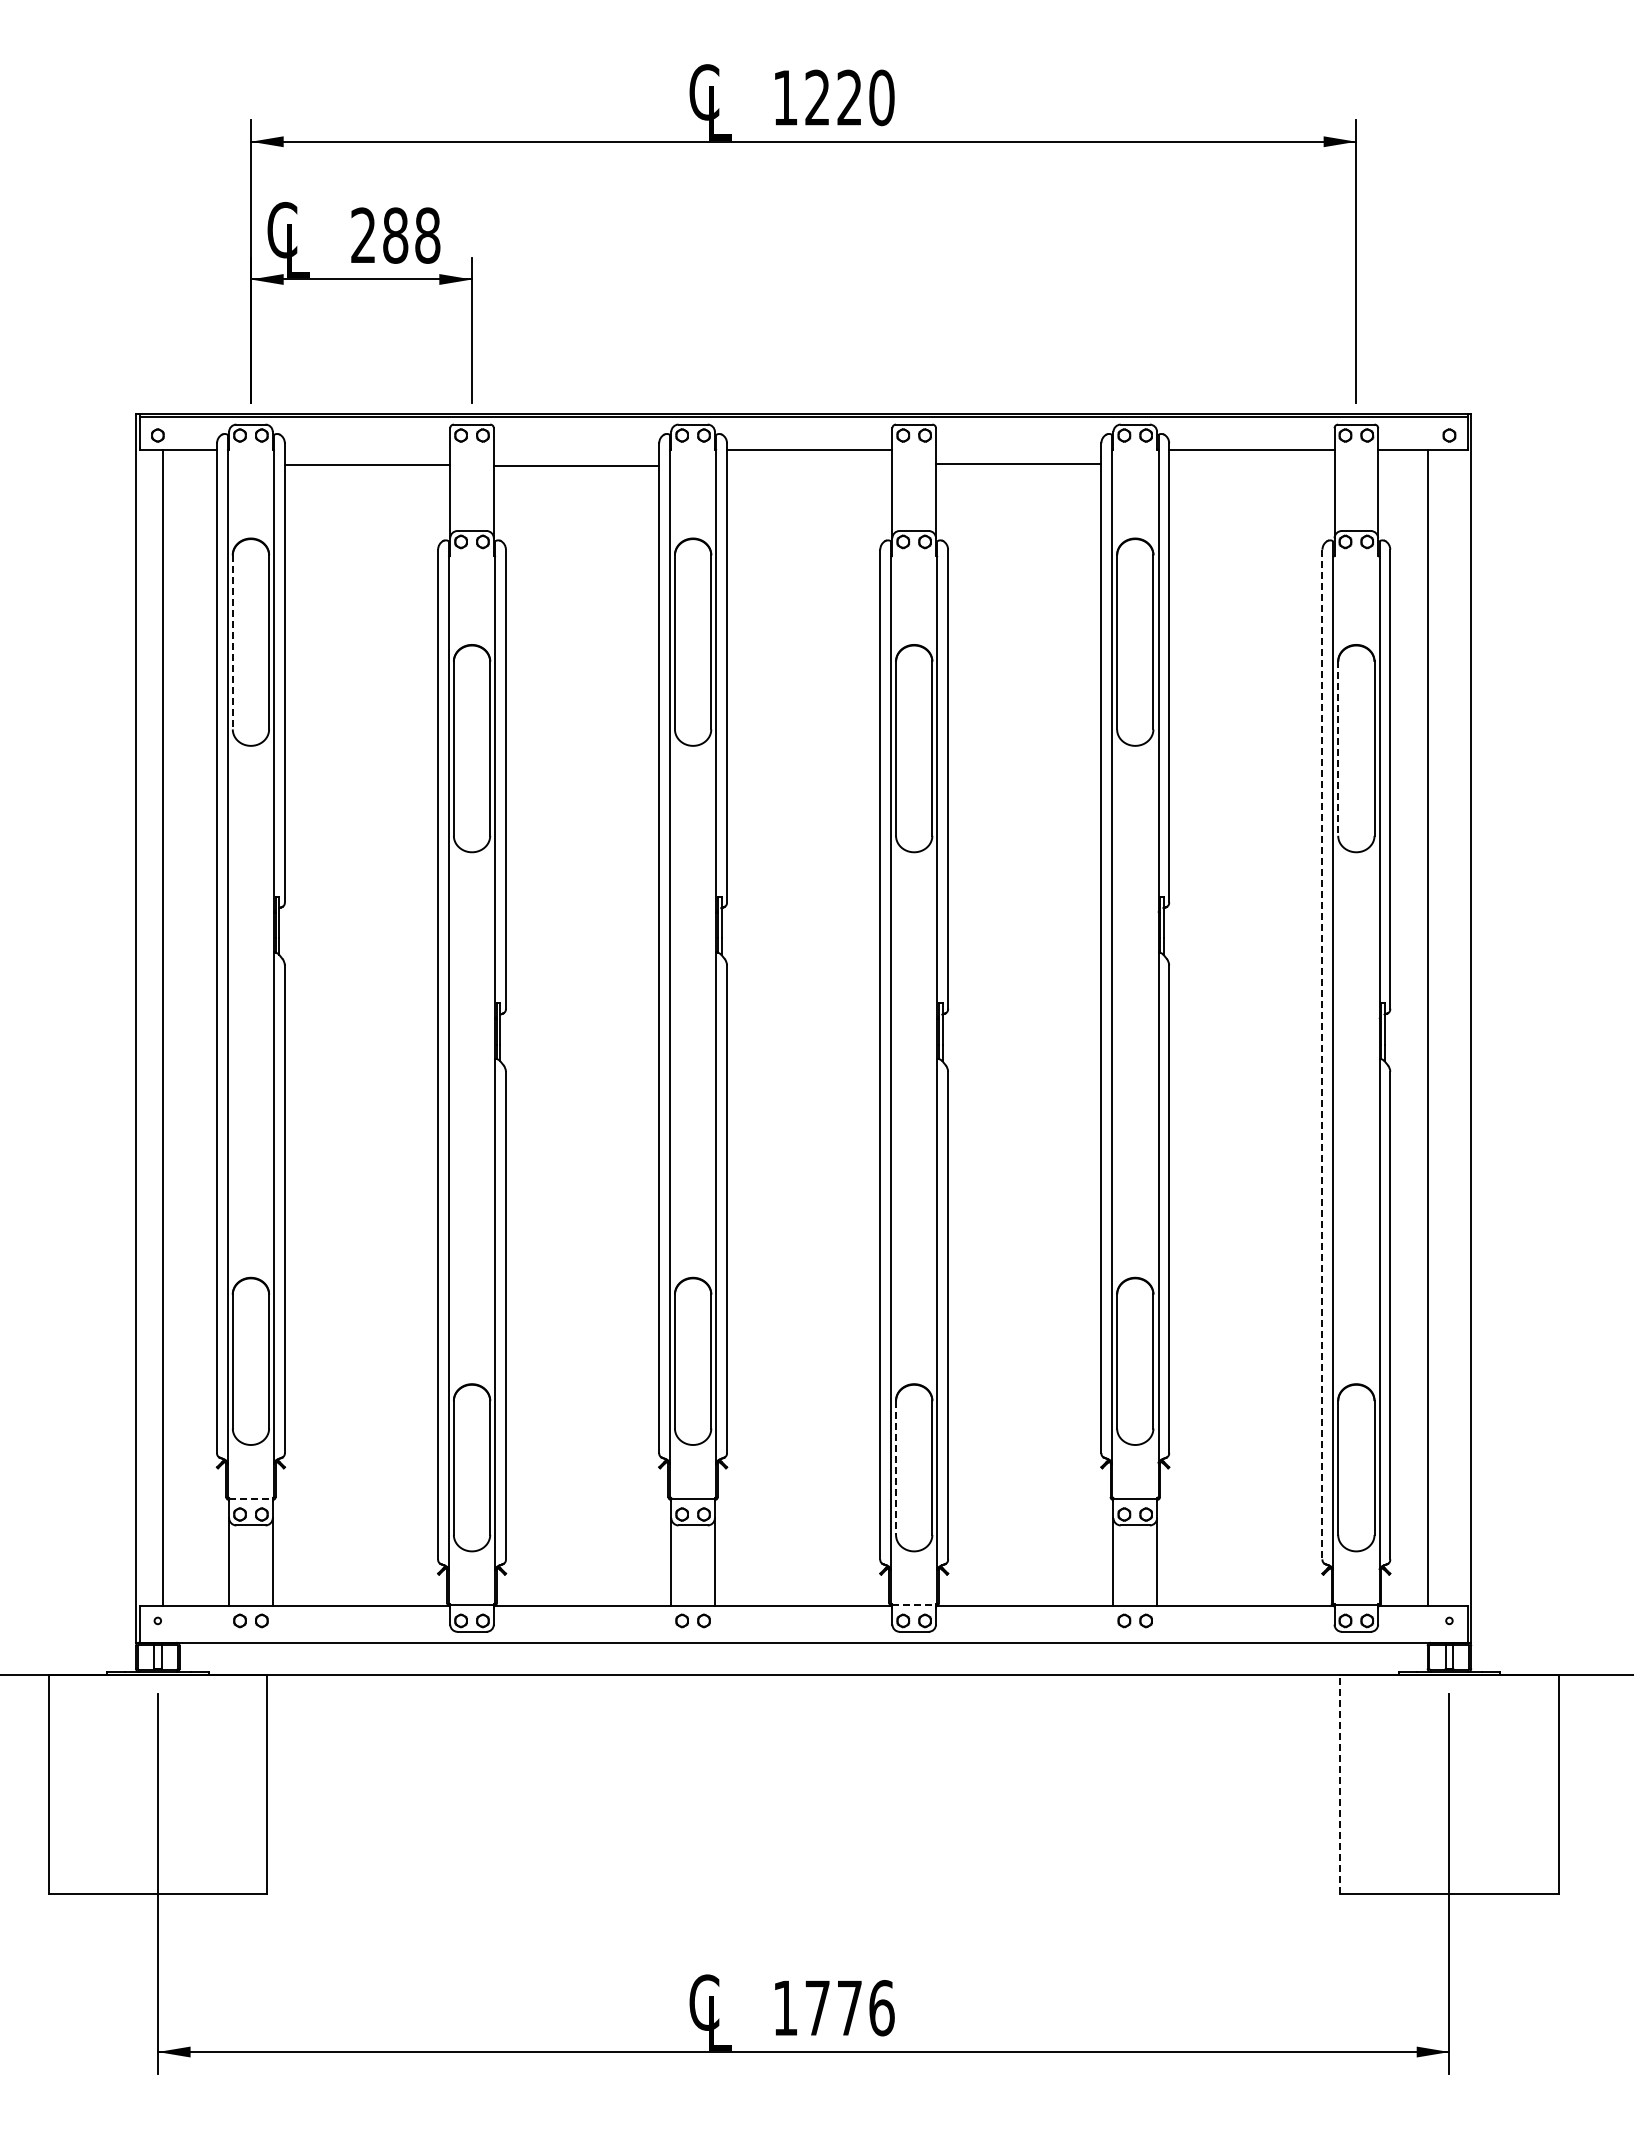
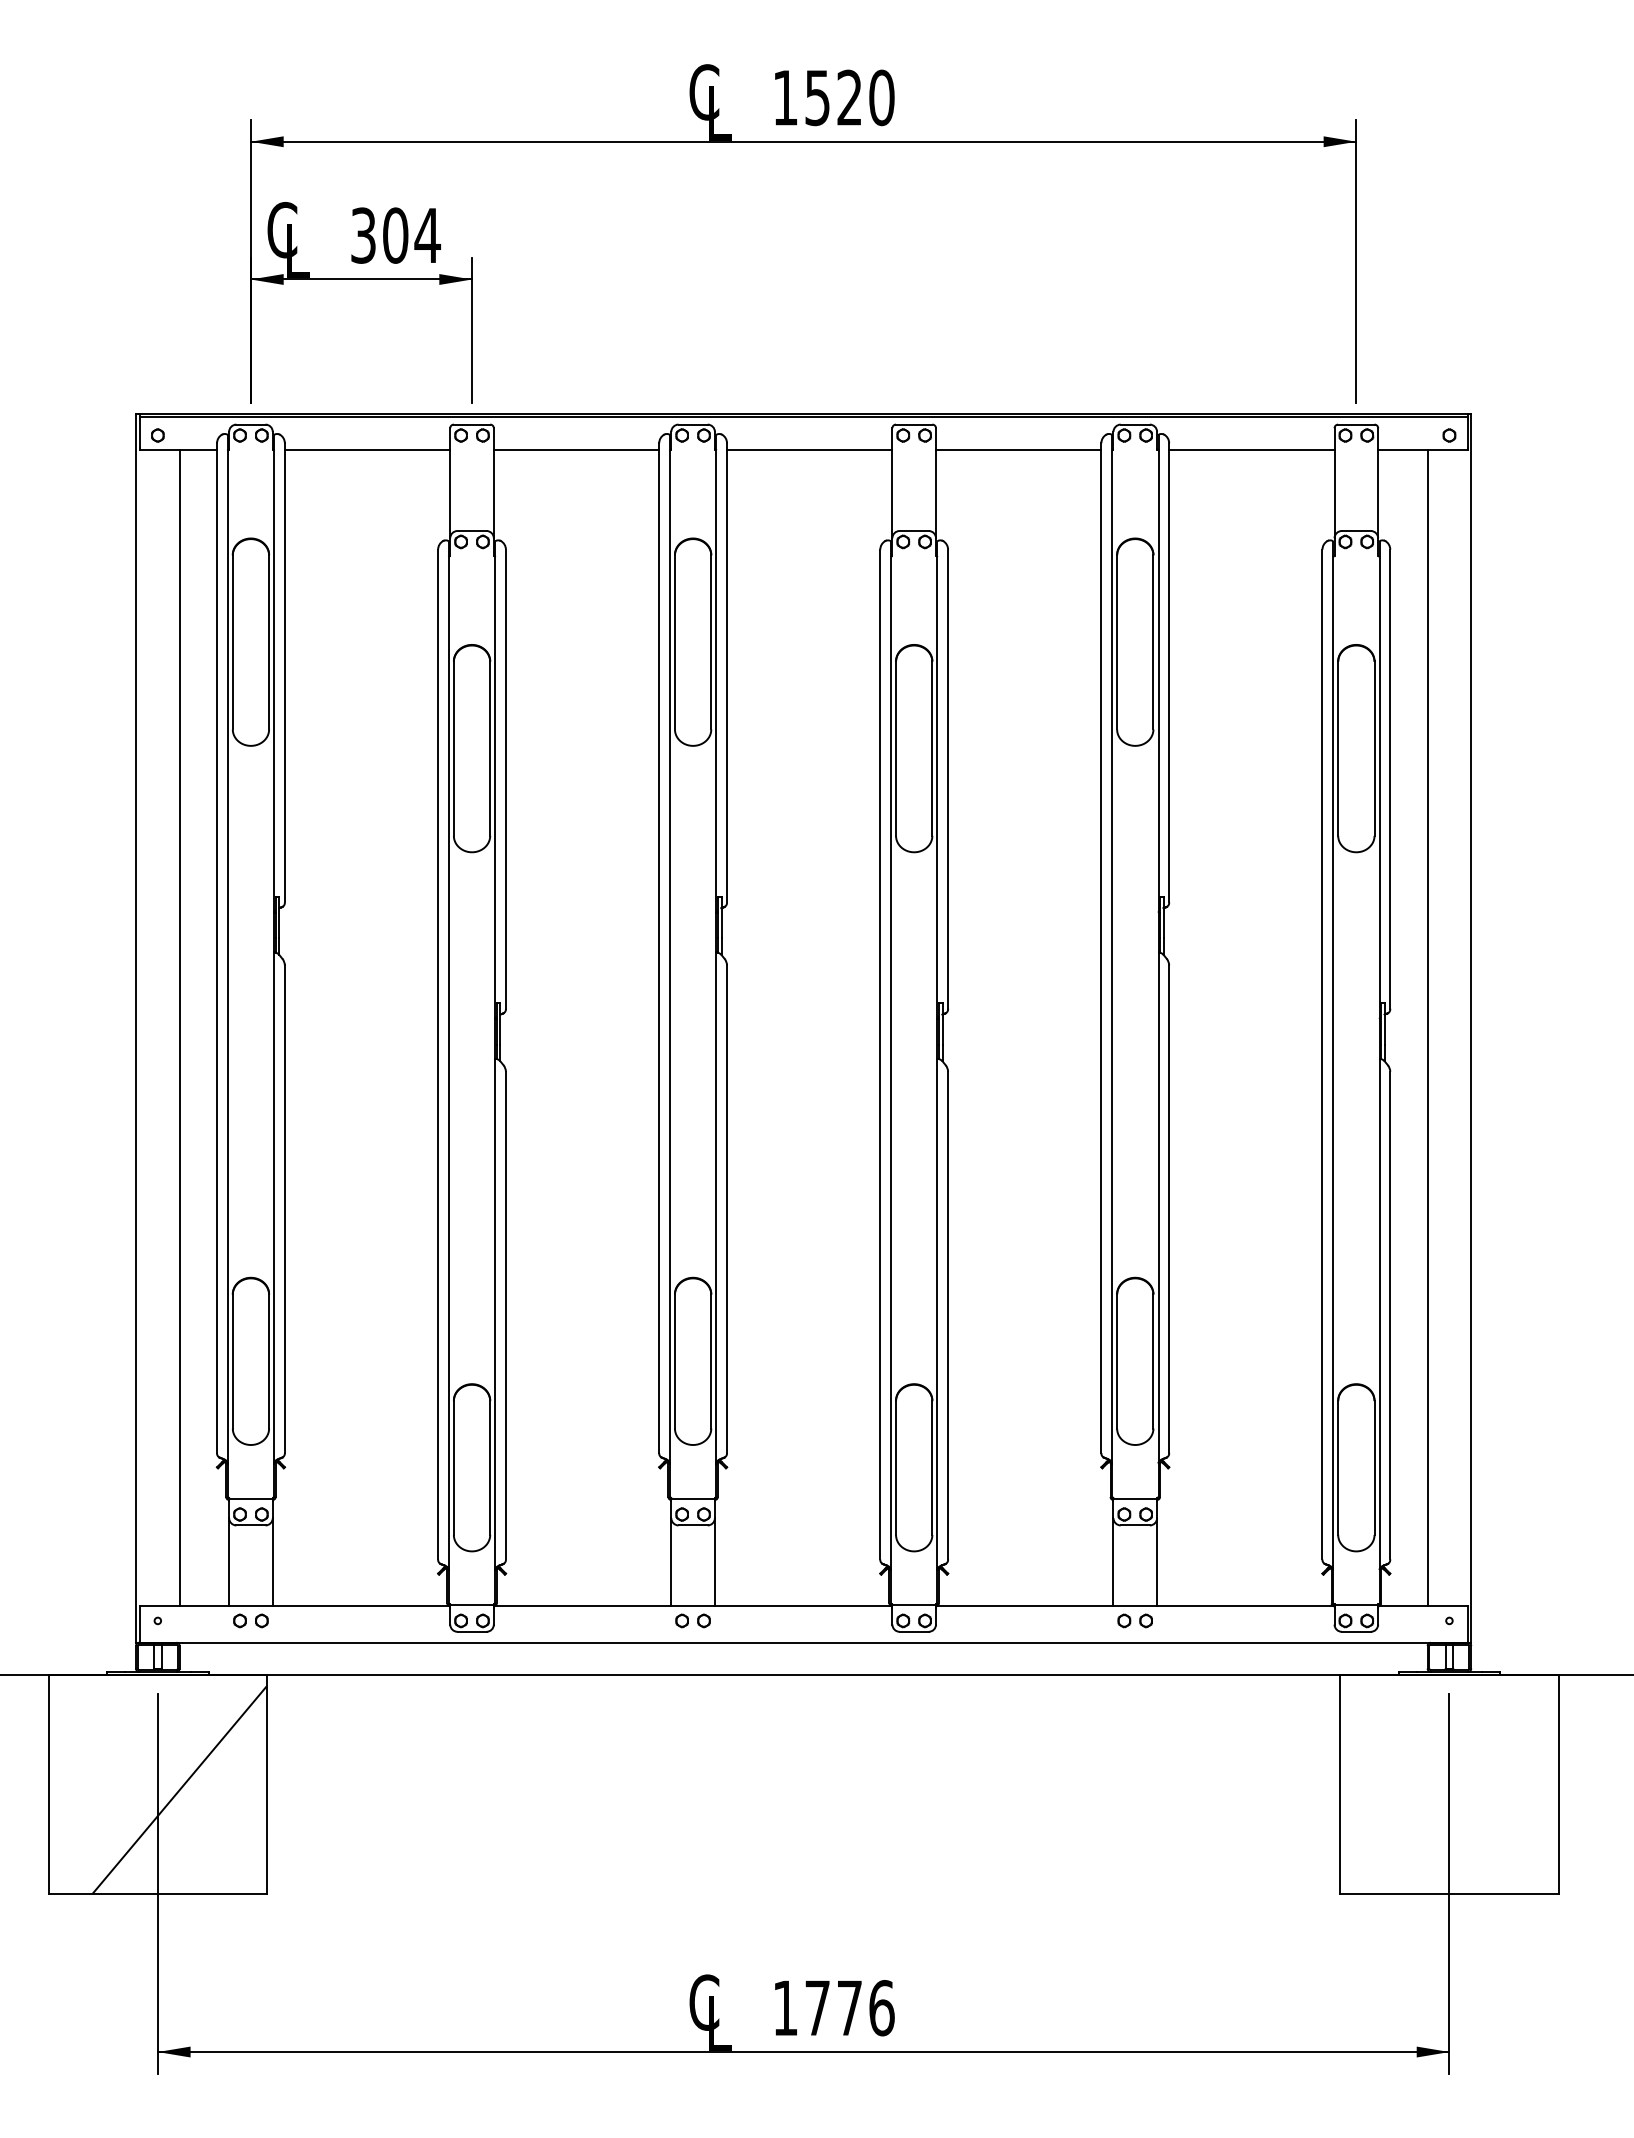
text at (817, 97): 1220 -> 1520
text at (396, 235): 288 -> 304
line at (1018, 464) position: (1018, 464) -> (1018, 450)
line at (367, 465) position: (367, 465) -> (367, 450)
line at (576, 466) position: (576, 466) -> (576, 450)
line at (232, 642): dashed -> solid
line at (1338, 749): dashed -> solid
line at (162, 1028) position: (162, 1028) -> (179, 1028)
line at (1322, 1054): dashed -> solid
line at (896, 1468): dashed -> solid
line at (250, 1498): dashed -> solid
line at (914, 1604): dashed -> solid
line at (1340, 1784): dashed -> solid
hatch at (179, 1789): none -> present
